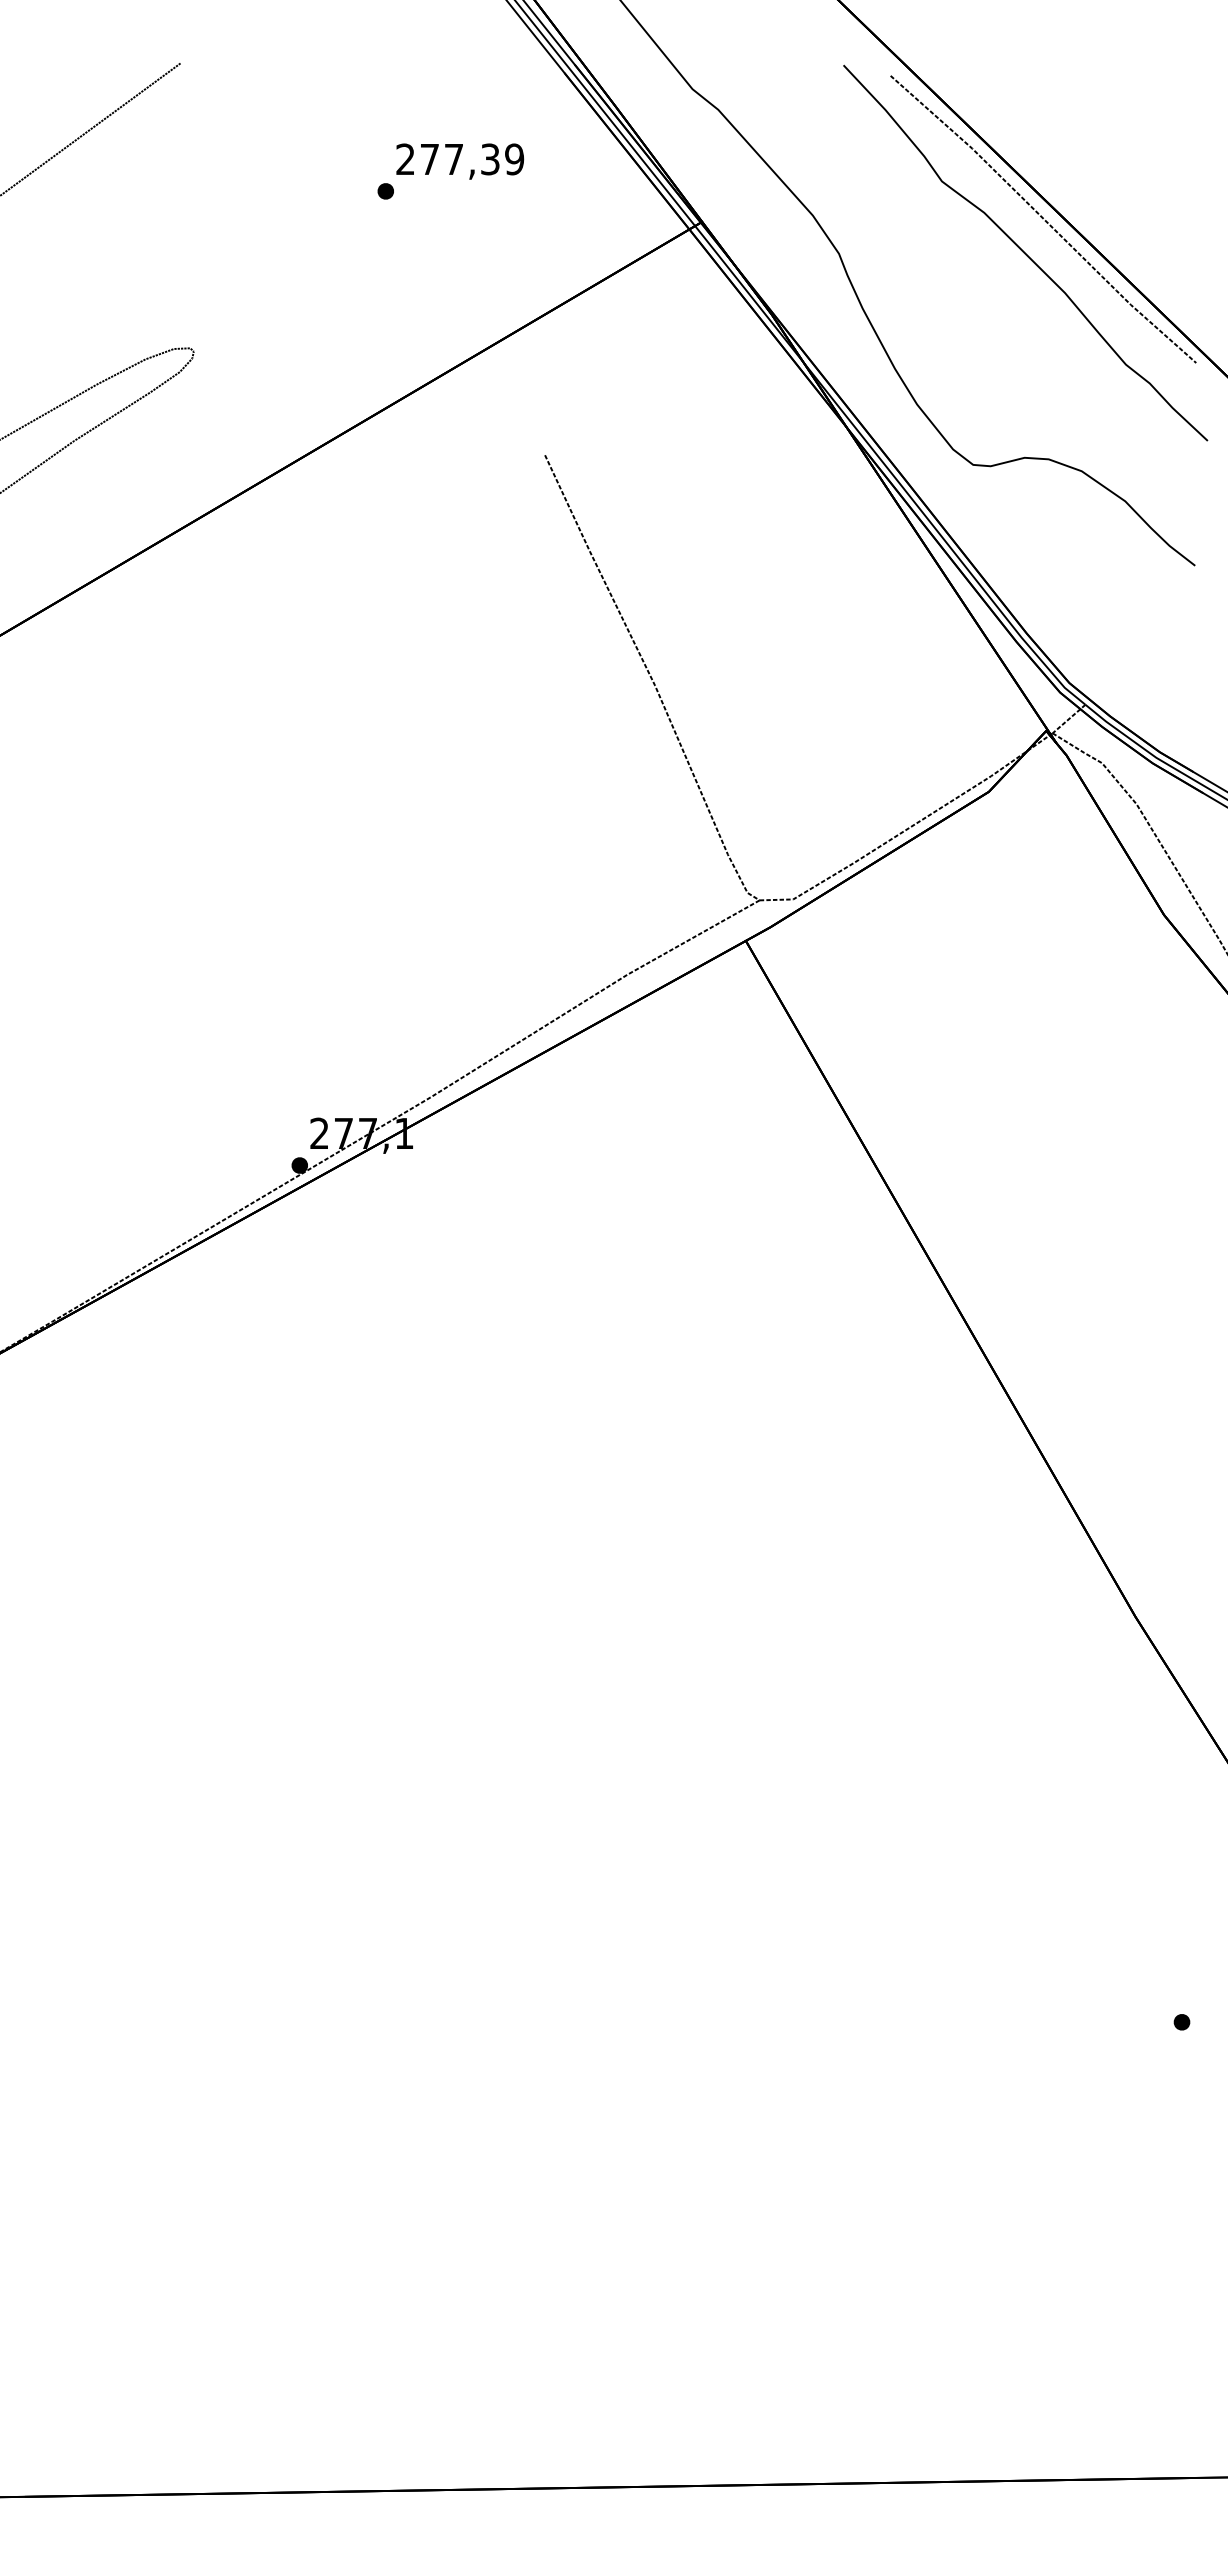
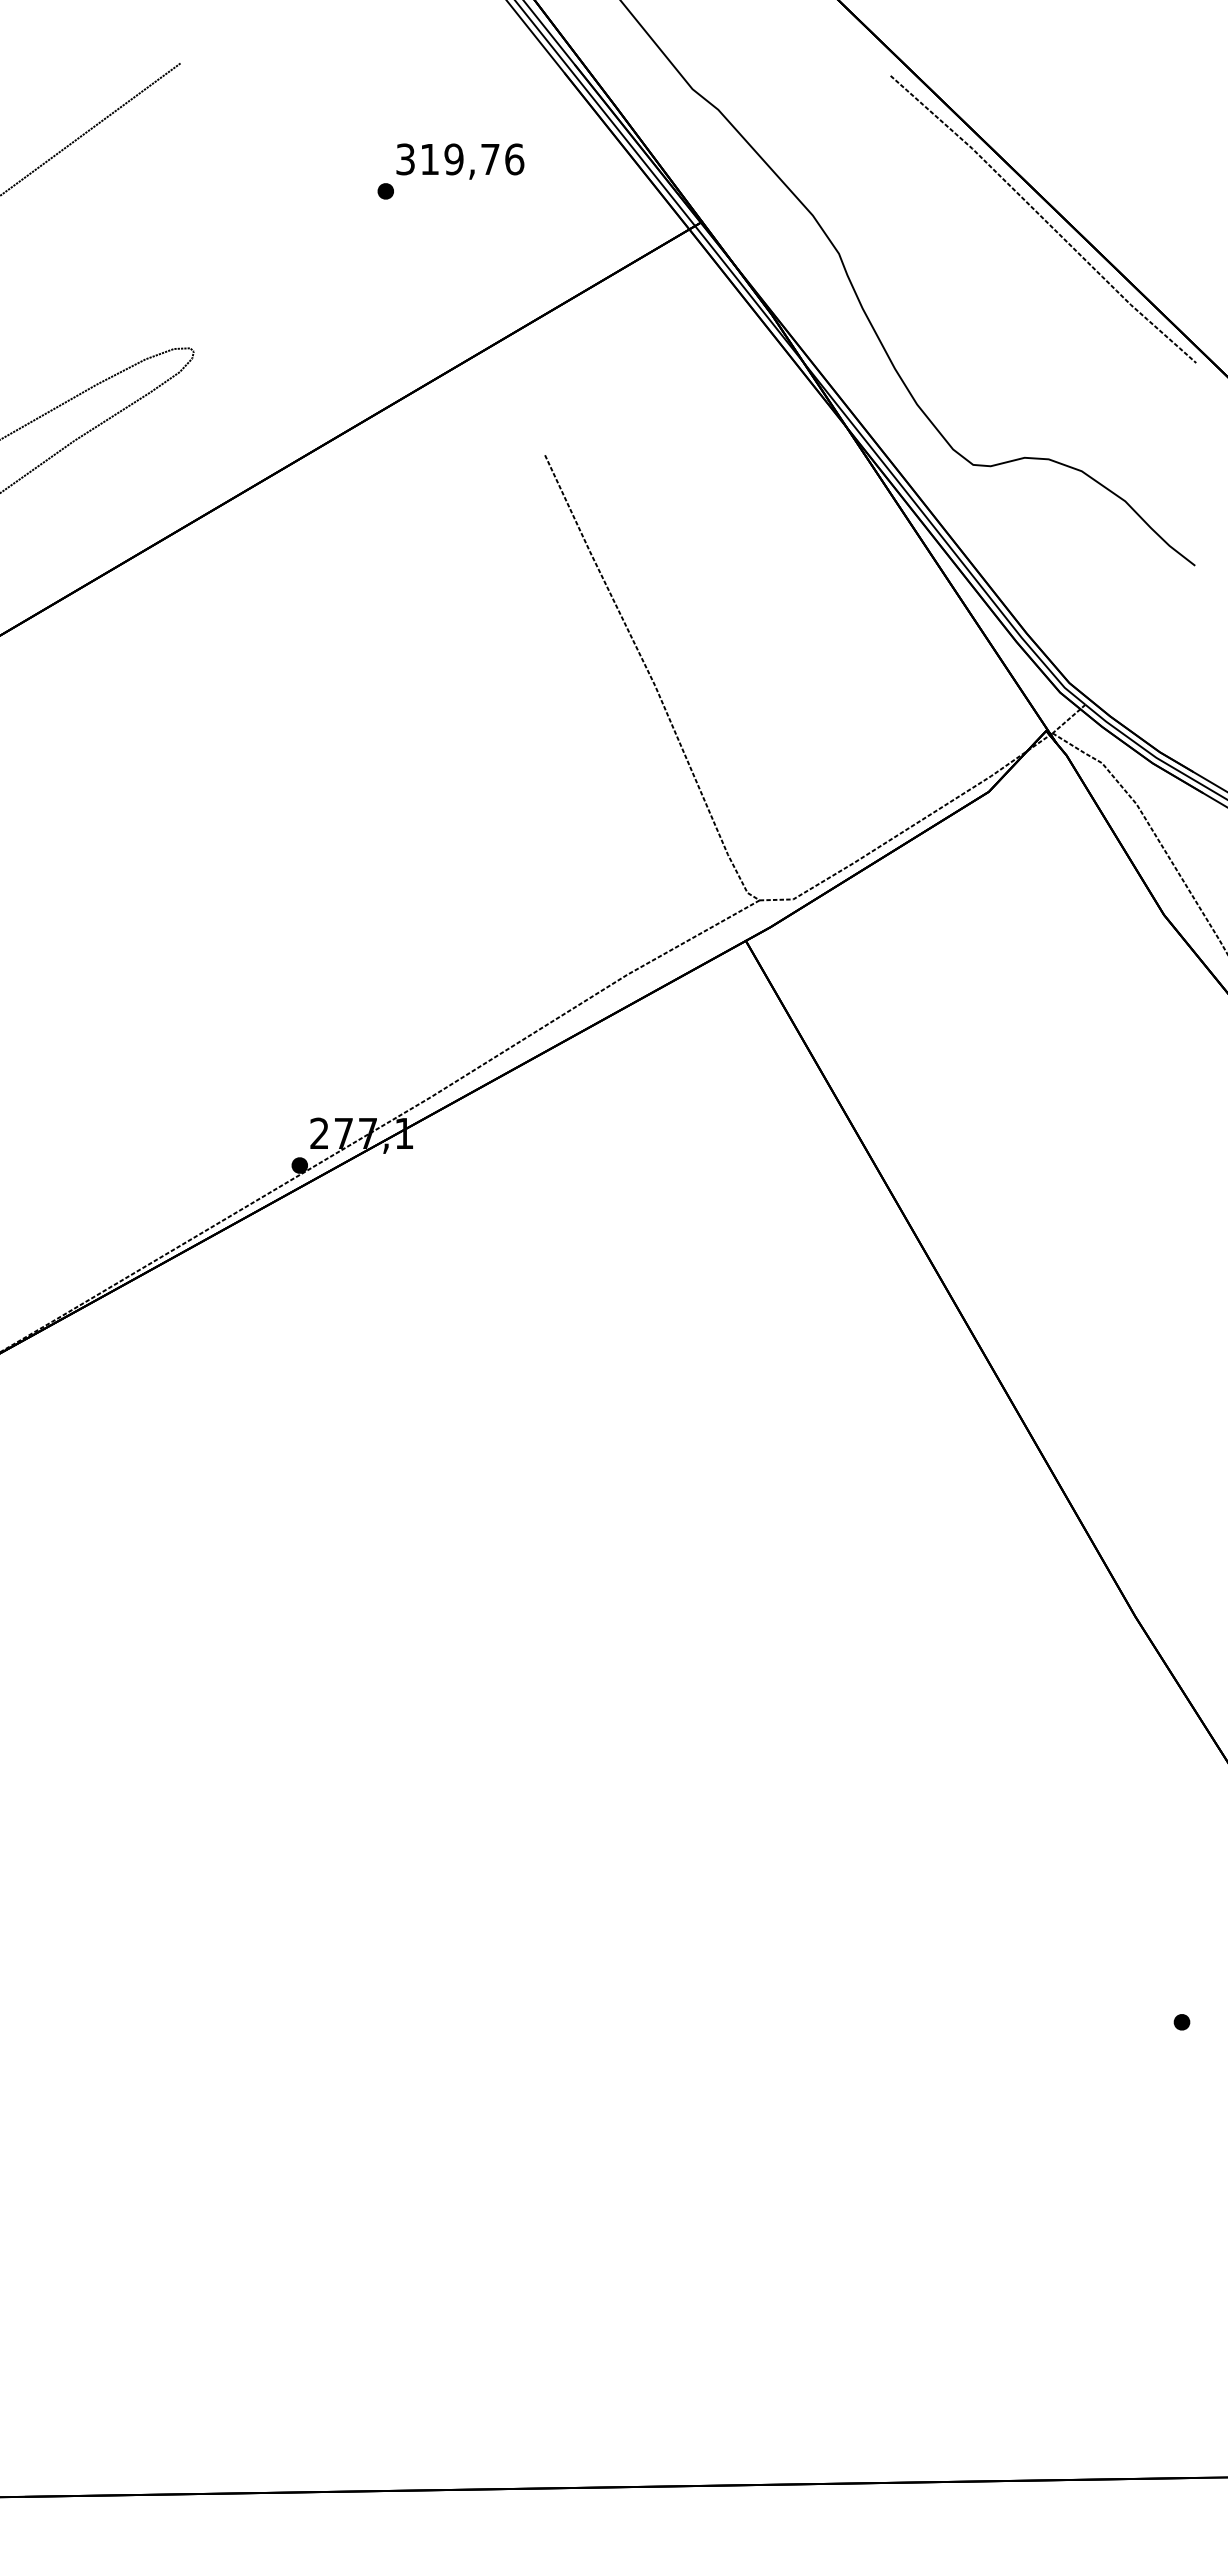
text at (460, 159): 277,39 -> 319,76
curve at (1025, 252): present -> none
